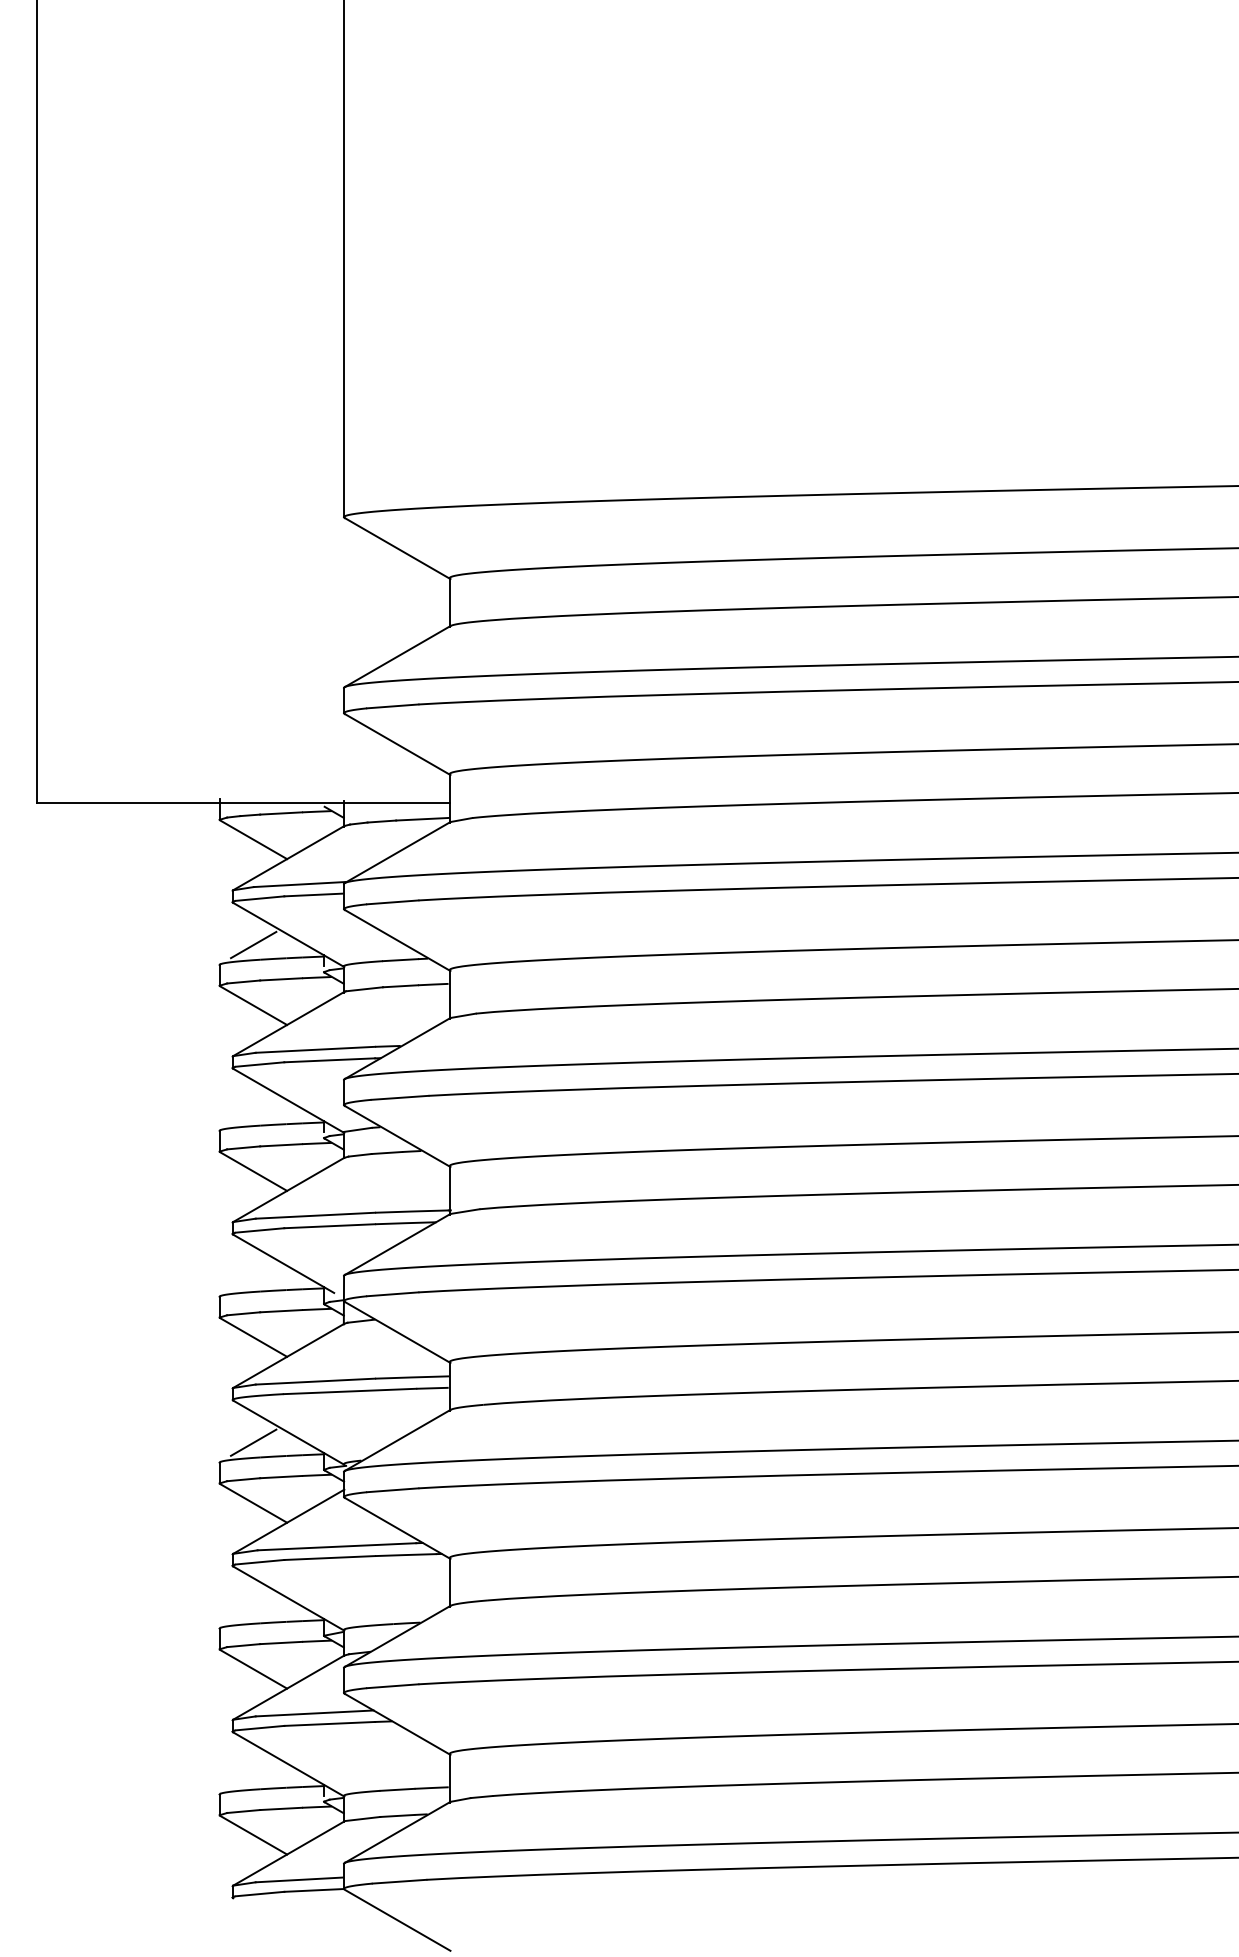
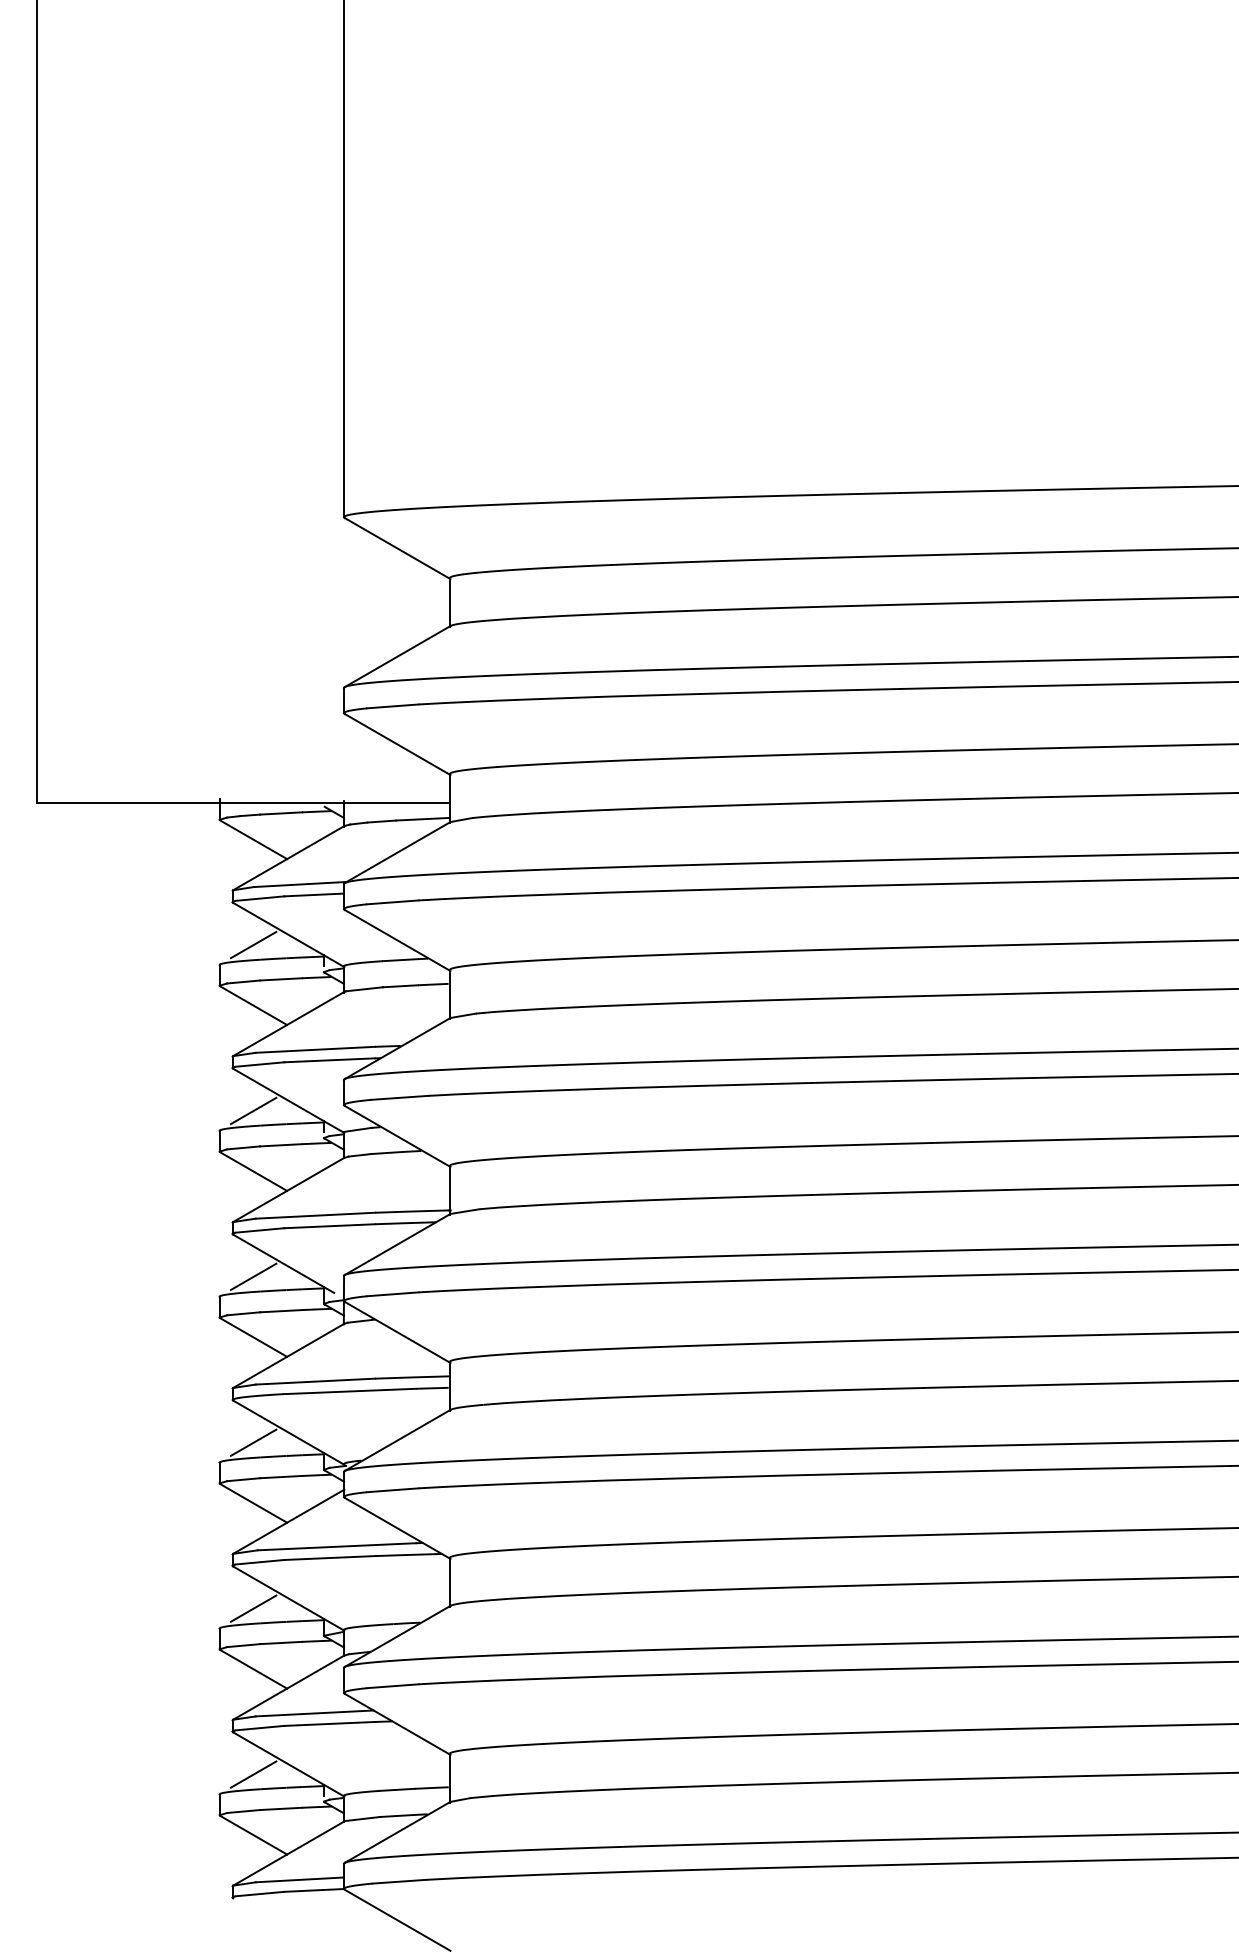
line at (253, 1110): none -> present
line at (253, 1276): none -> present
line at (253, 1608): none -> present
line at (253, 1774): none -> present
